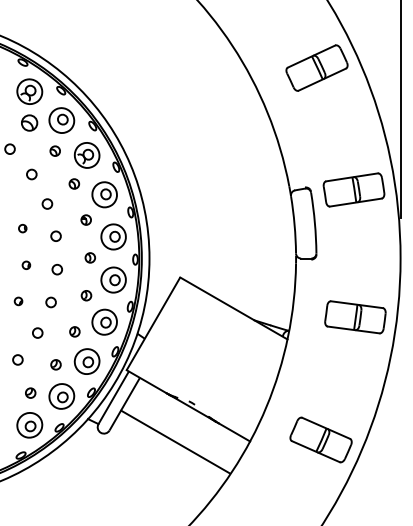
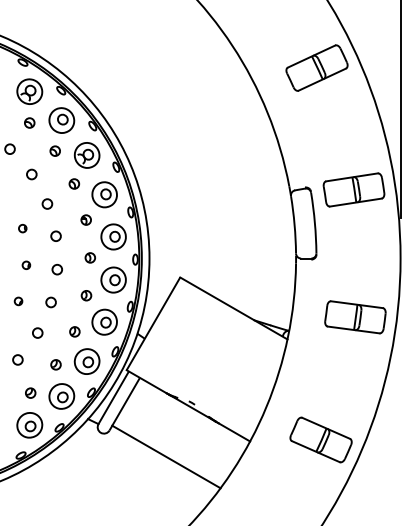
part at (29, 122) size: 18x18 px -> 12x12 px
line at (175, 441) position: (175, 441) -> (166, 456)
